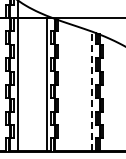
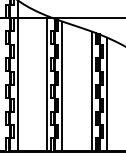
line at (62, 86): none -> present
line at (91, 91): dashed -> solid
line at (107, 94): none -> present
